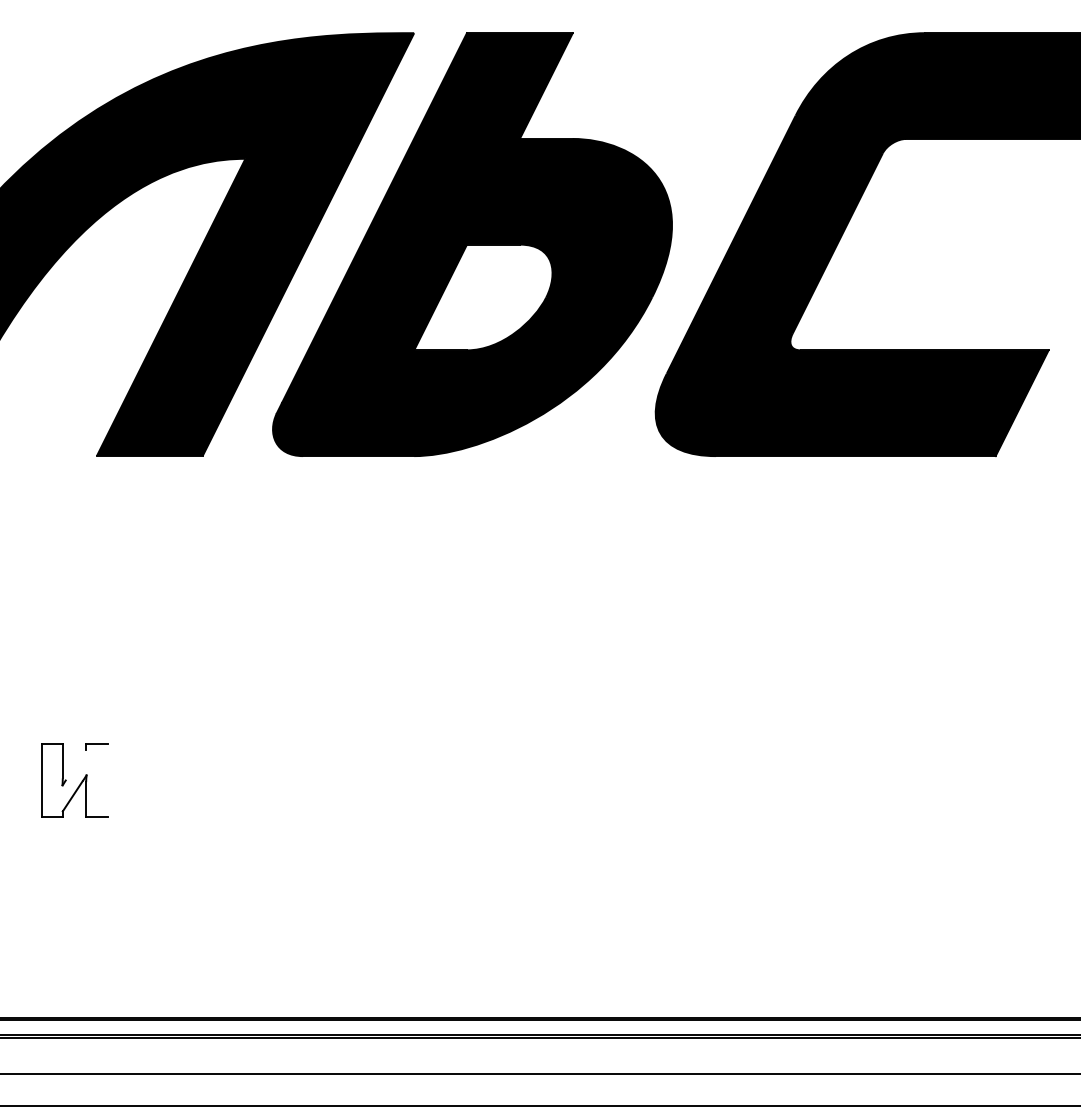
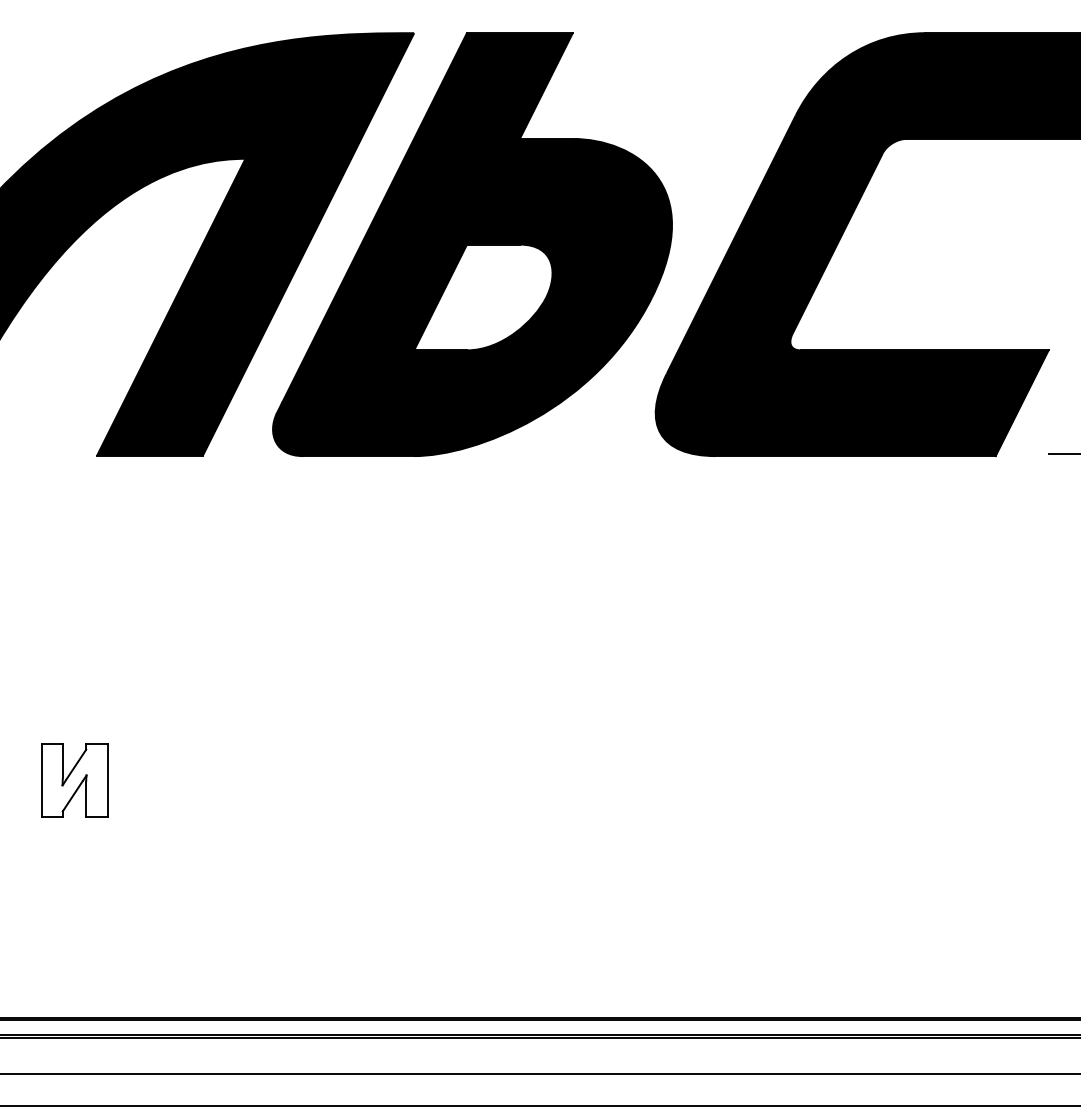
line at (1062, 454): none -> present
line at (76, 764): none -> present
line at (107, 780): none -> present
